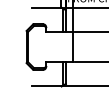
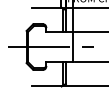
line at (51, 47): none -> present
